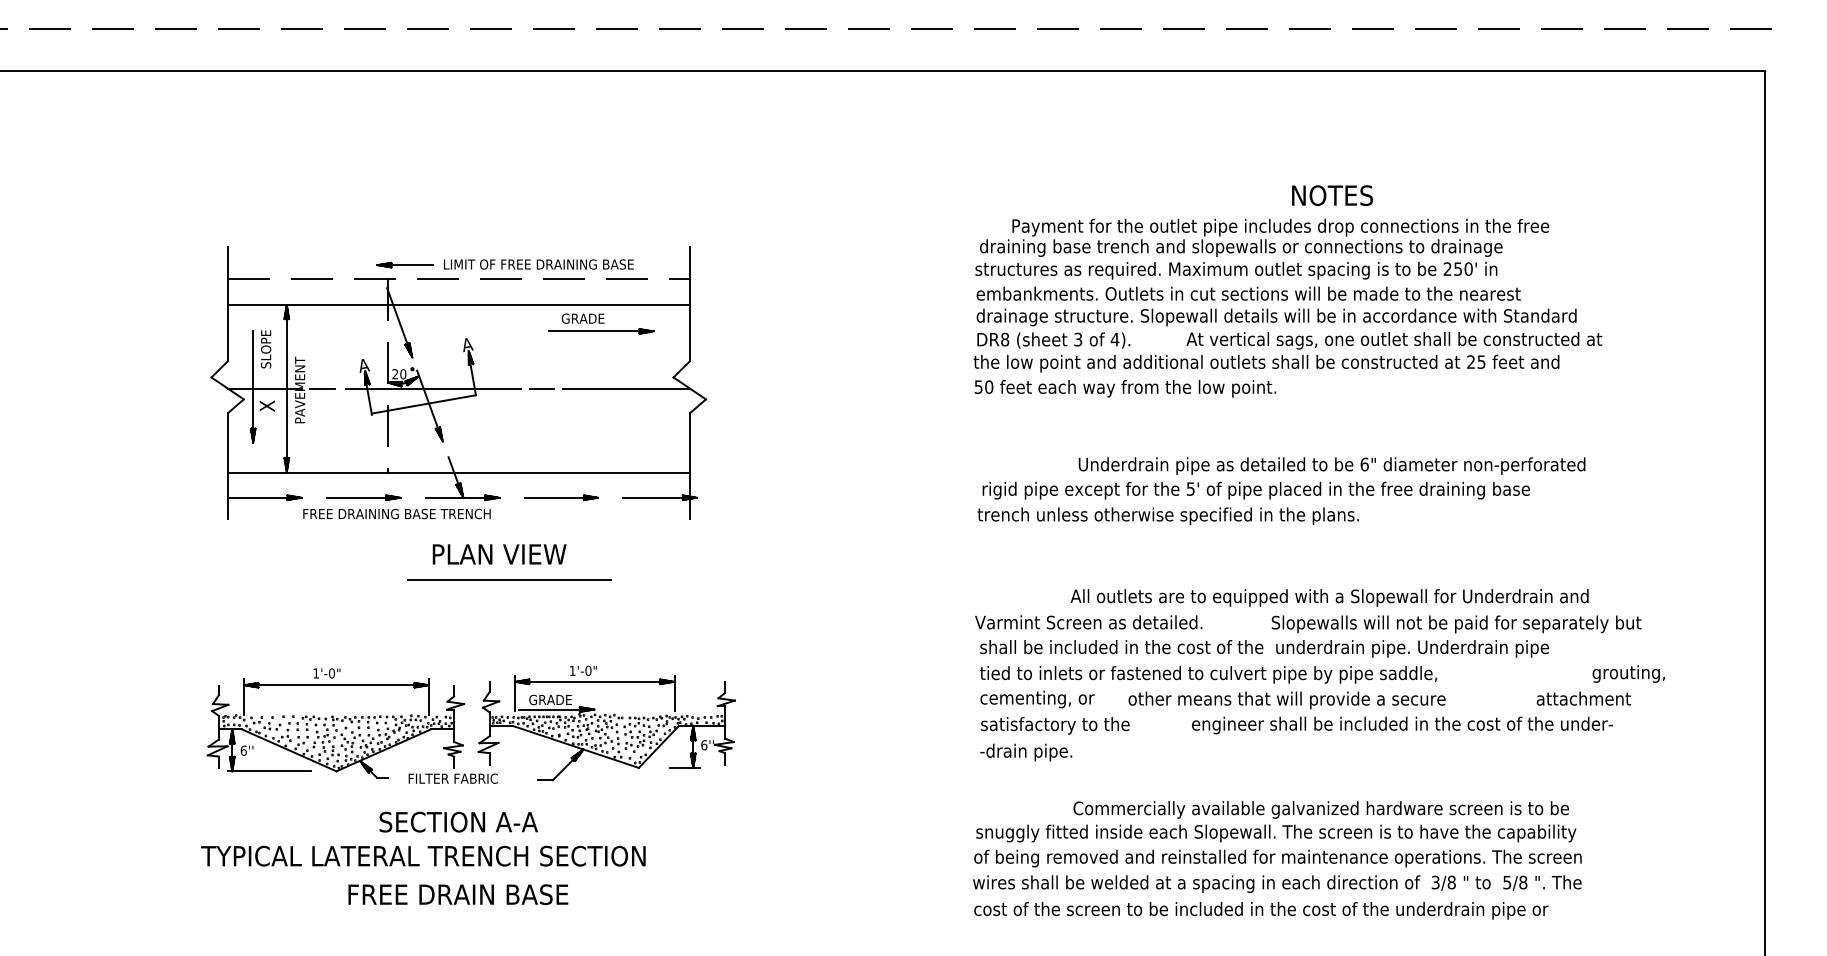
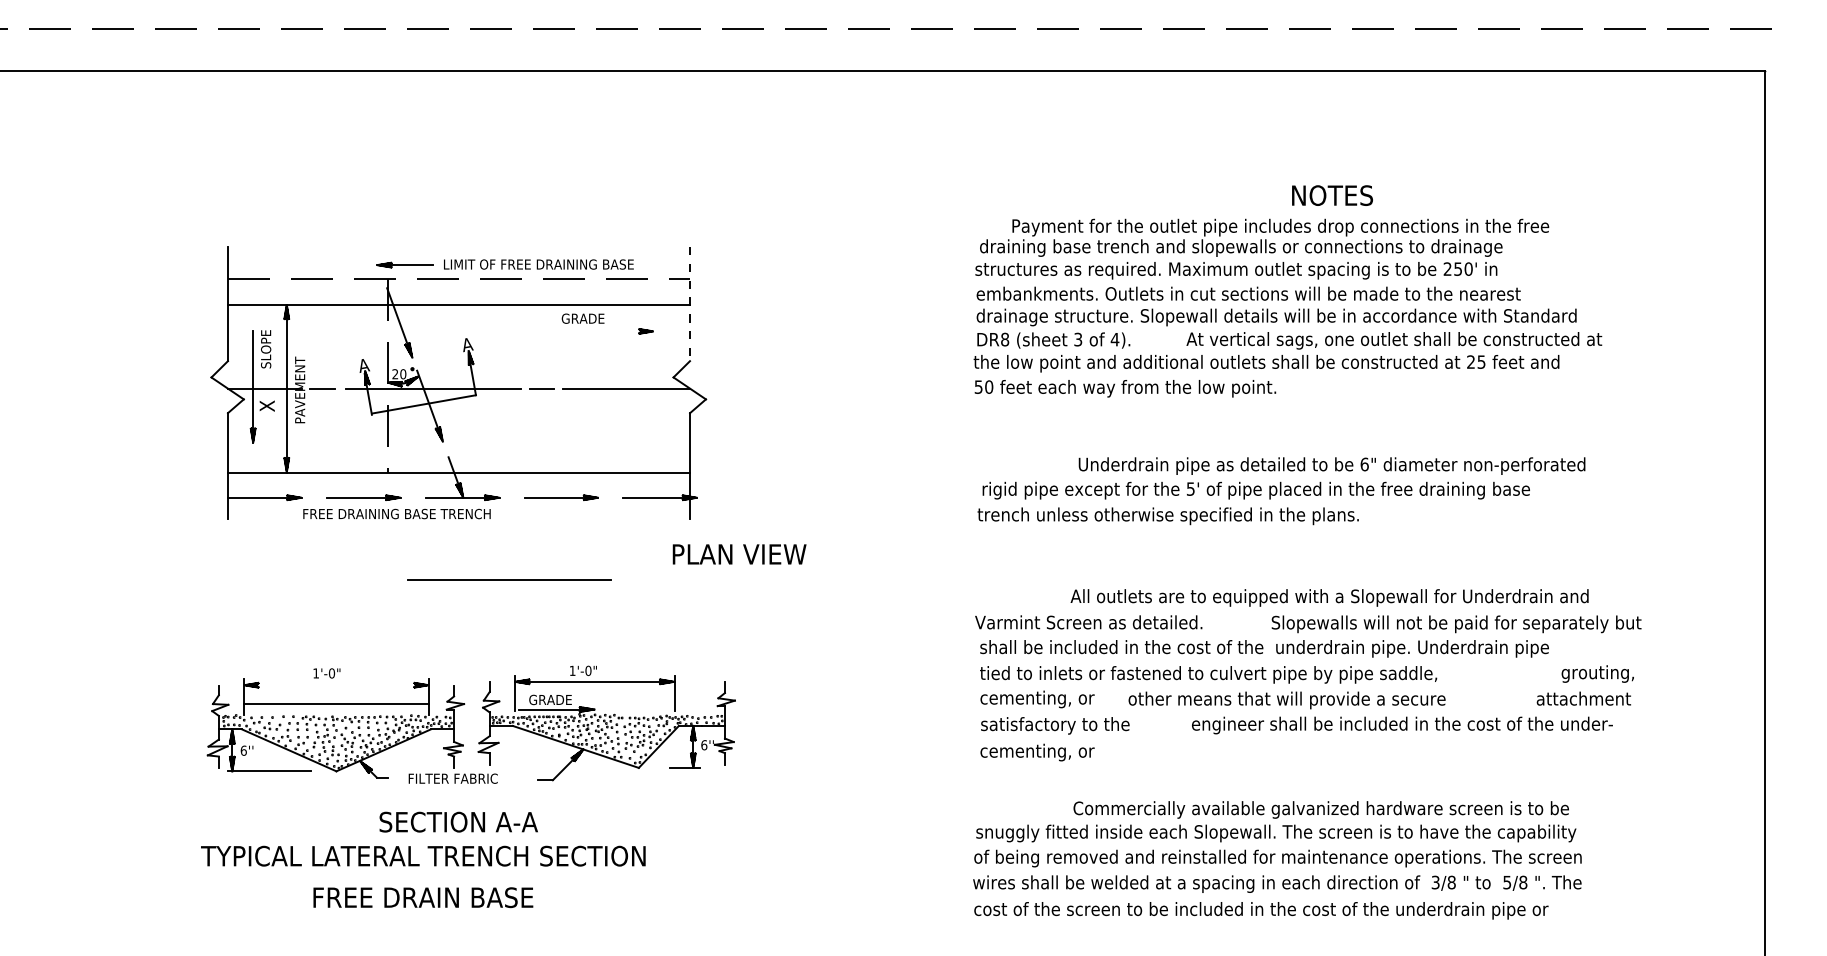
line at (690, 304): solid -> dashed
line at (600, 331): present -> none
text at (499, 554) position: (499, 554) -> (739, 554)
text at (1628, 673) position: (1628, 673) -> (1597, 673)
line at (335, 685) position: (335, 685) -> (335, 704)
text at (1037, 752): -drain pipe. -> cementing, or
text at (458, 894) position: (458, 894) -> (423, 897)
